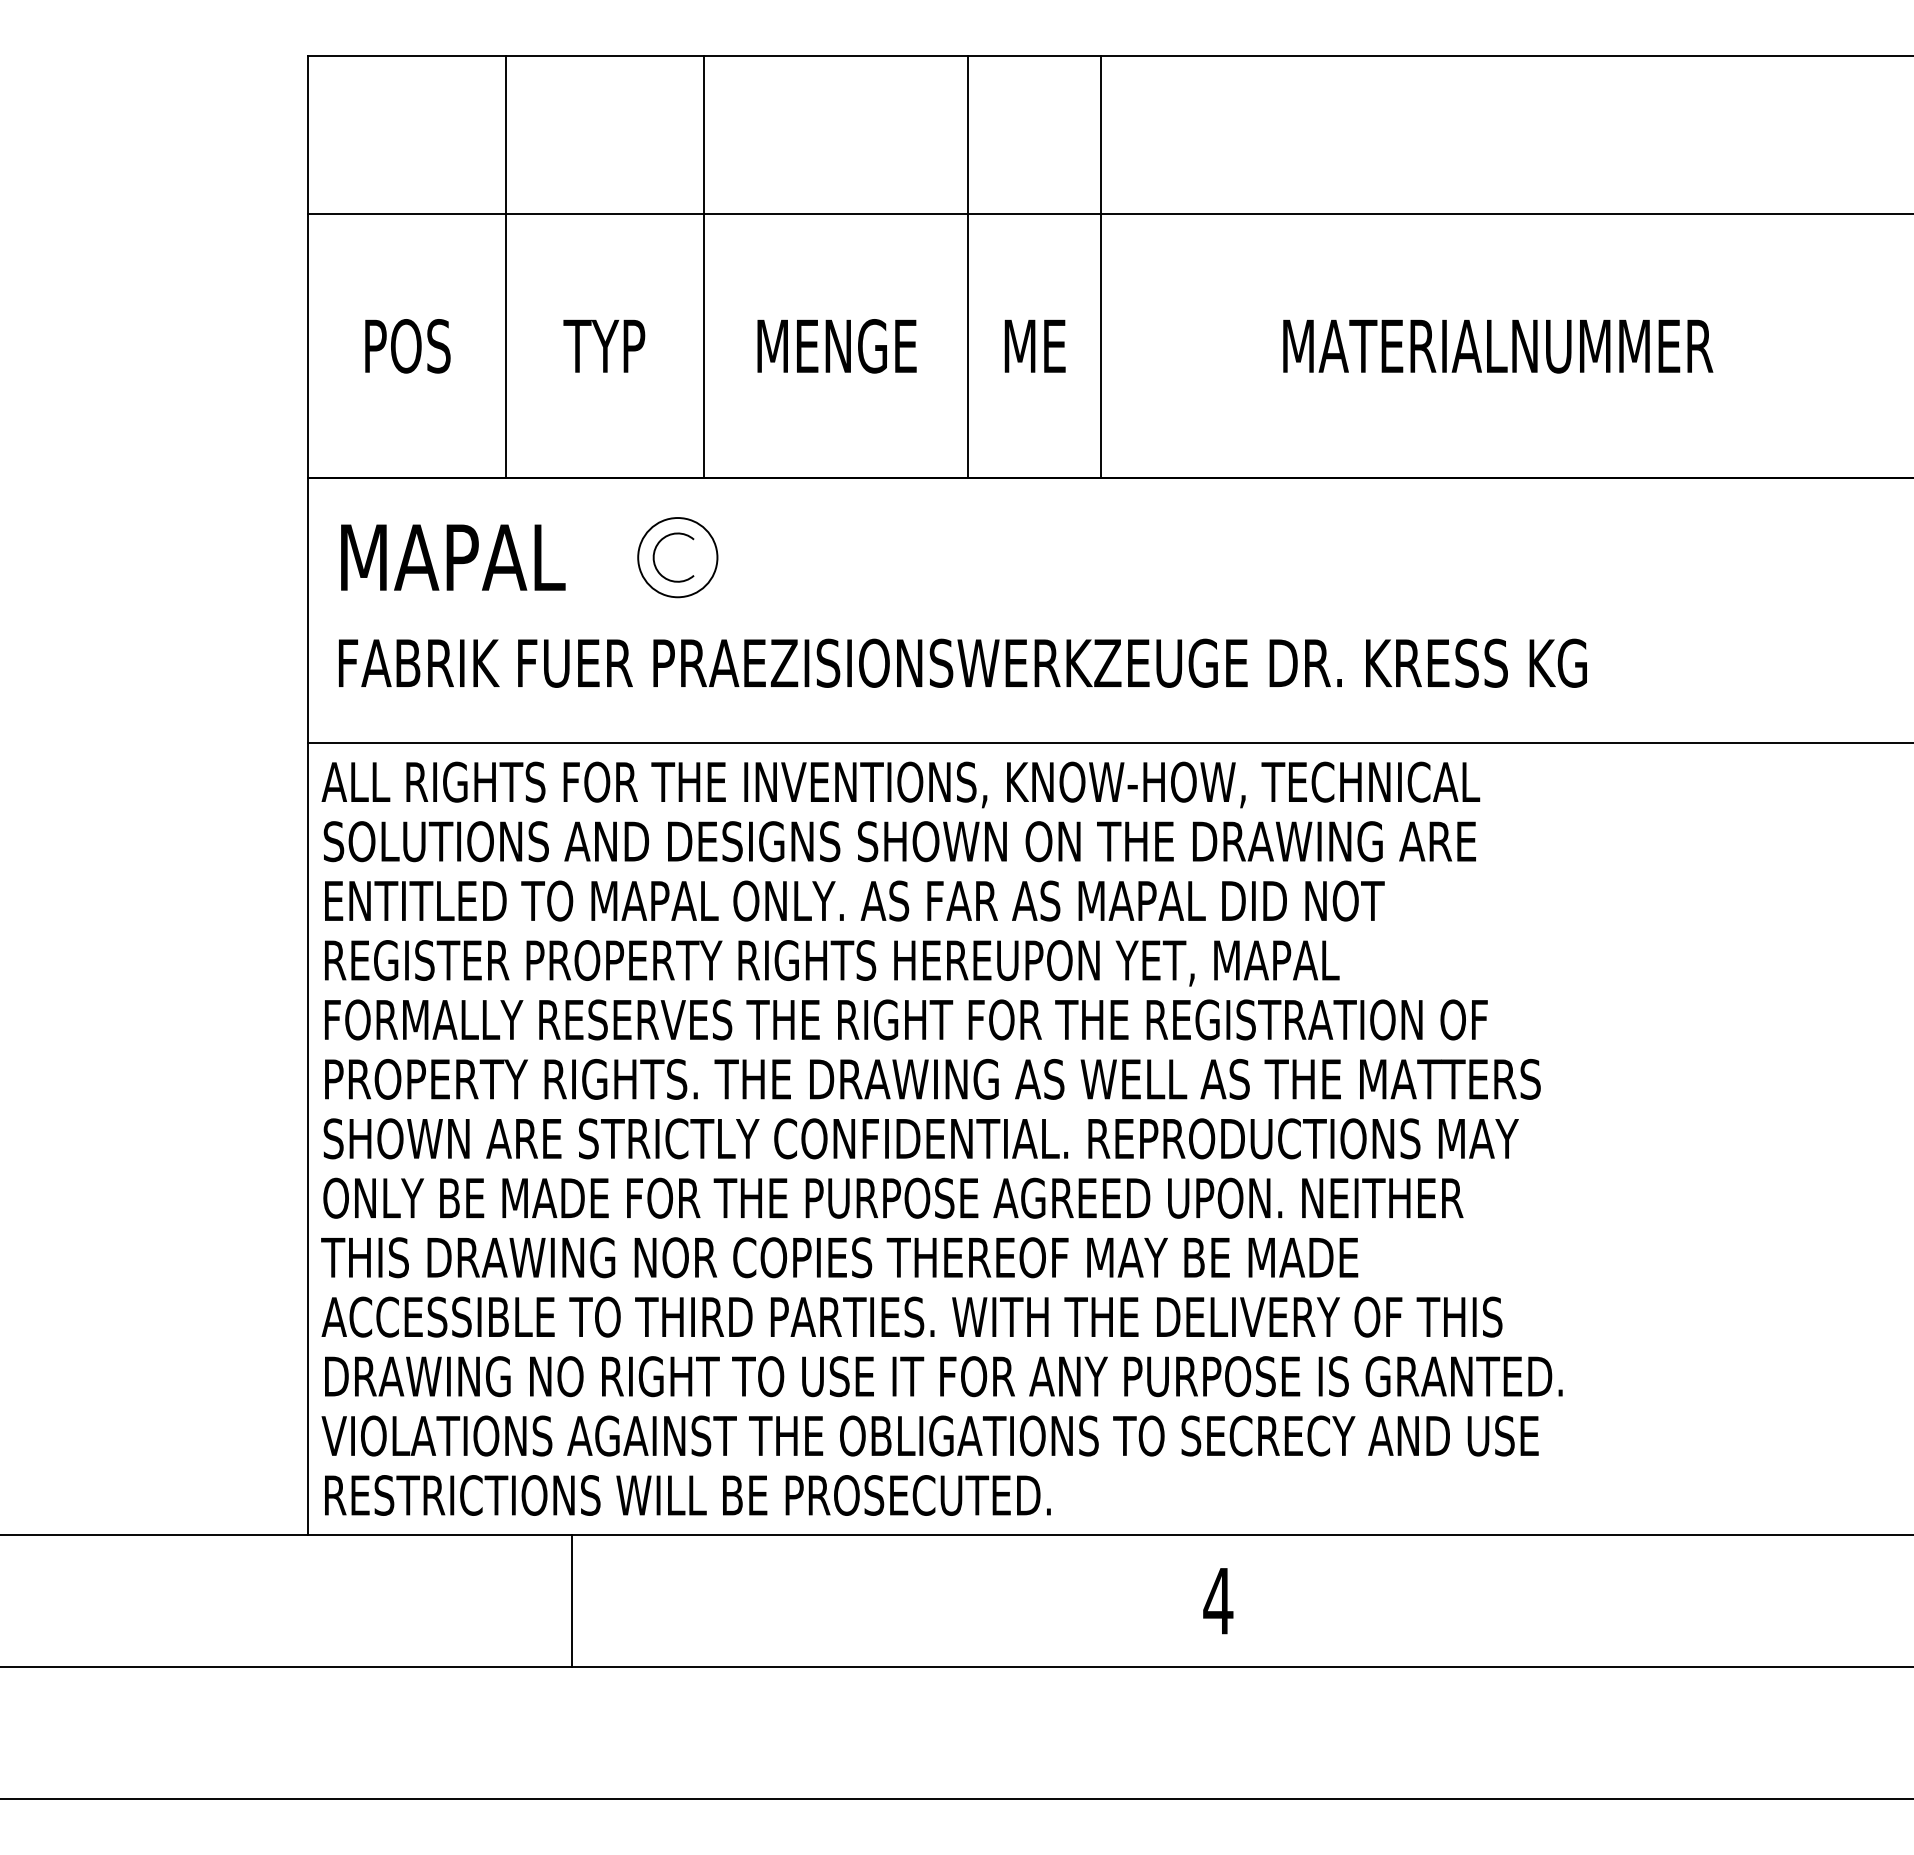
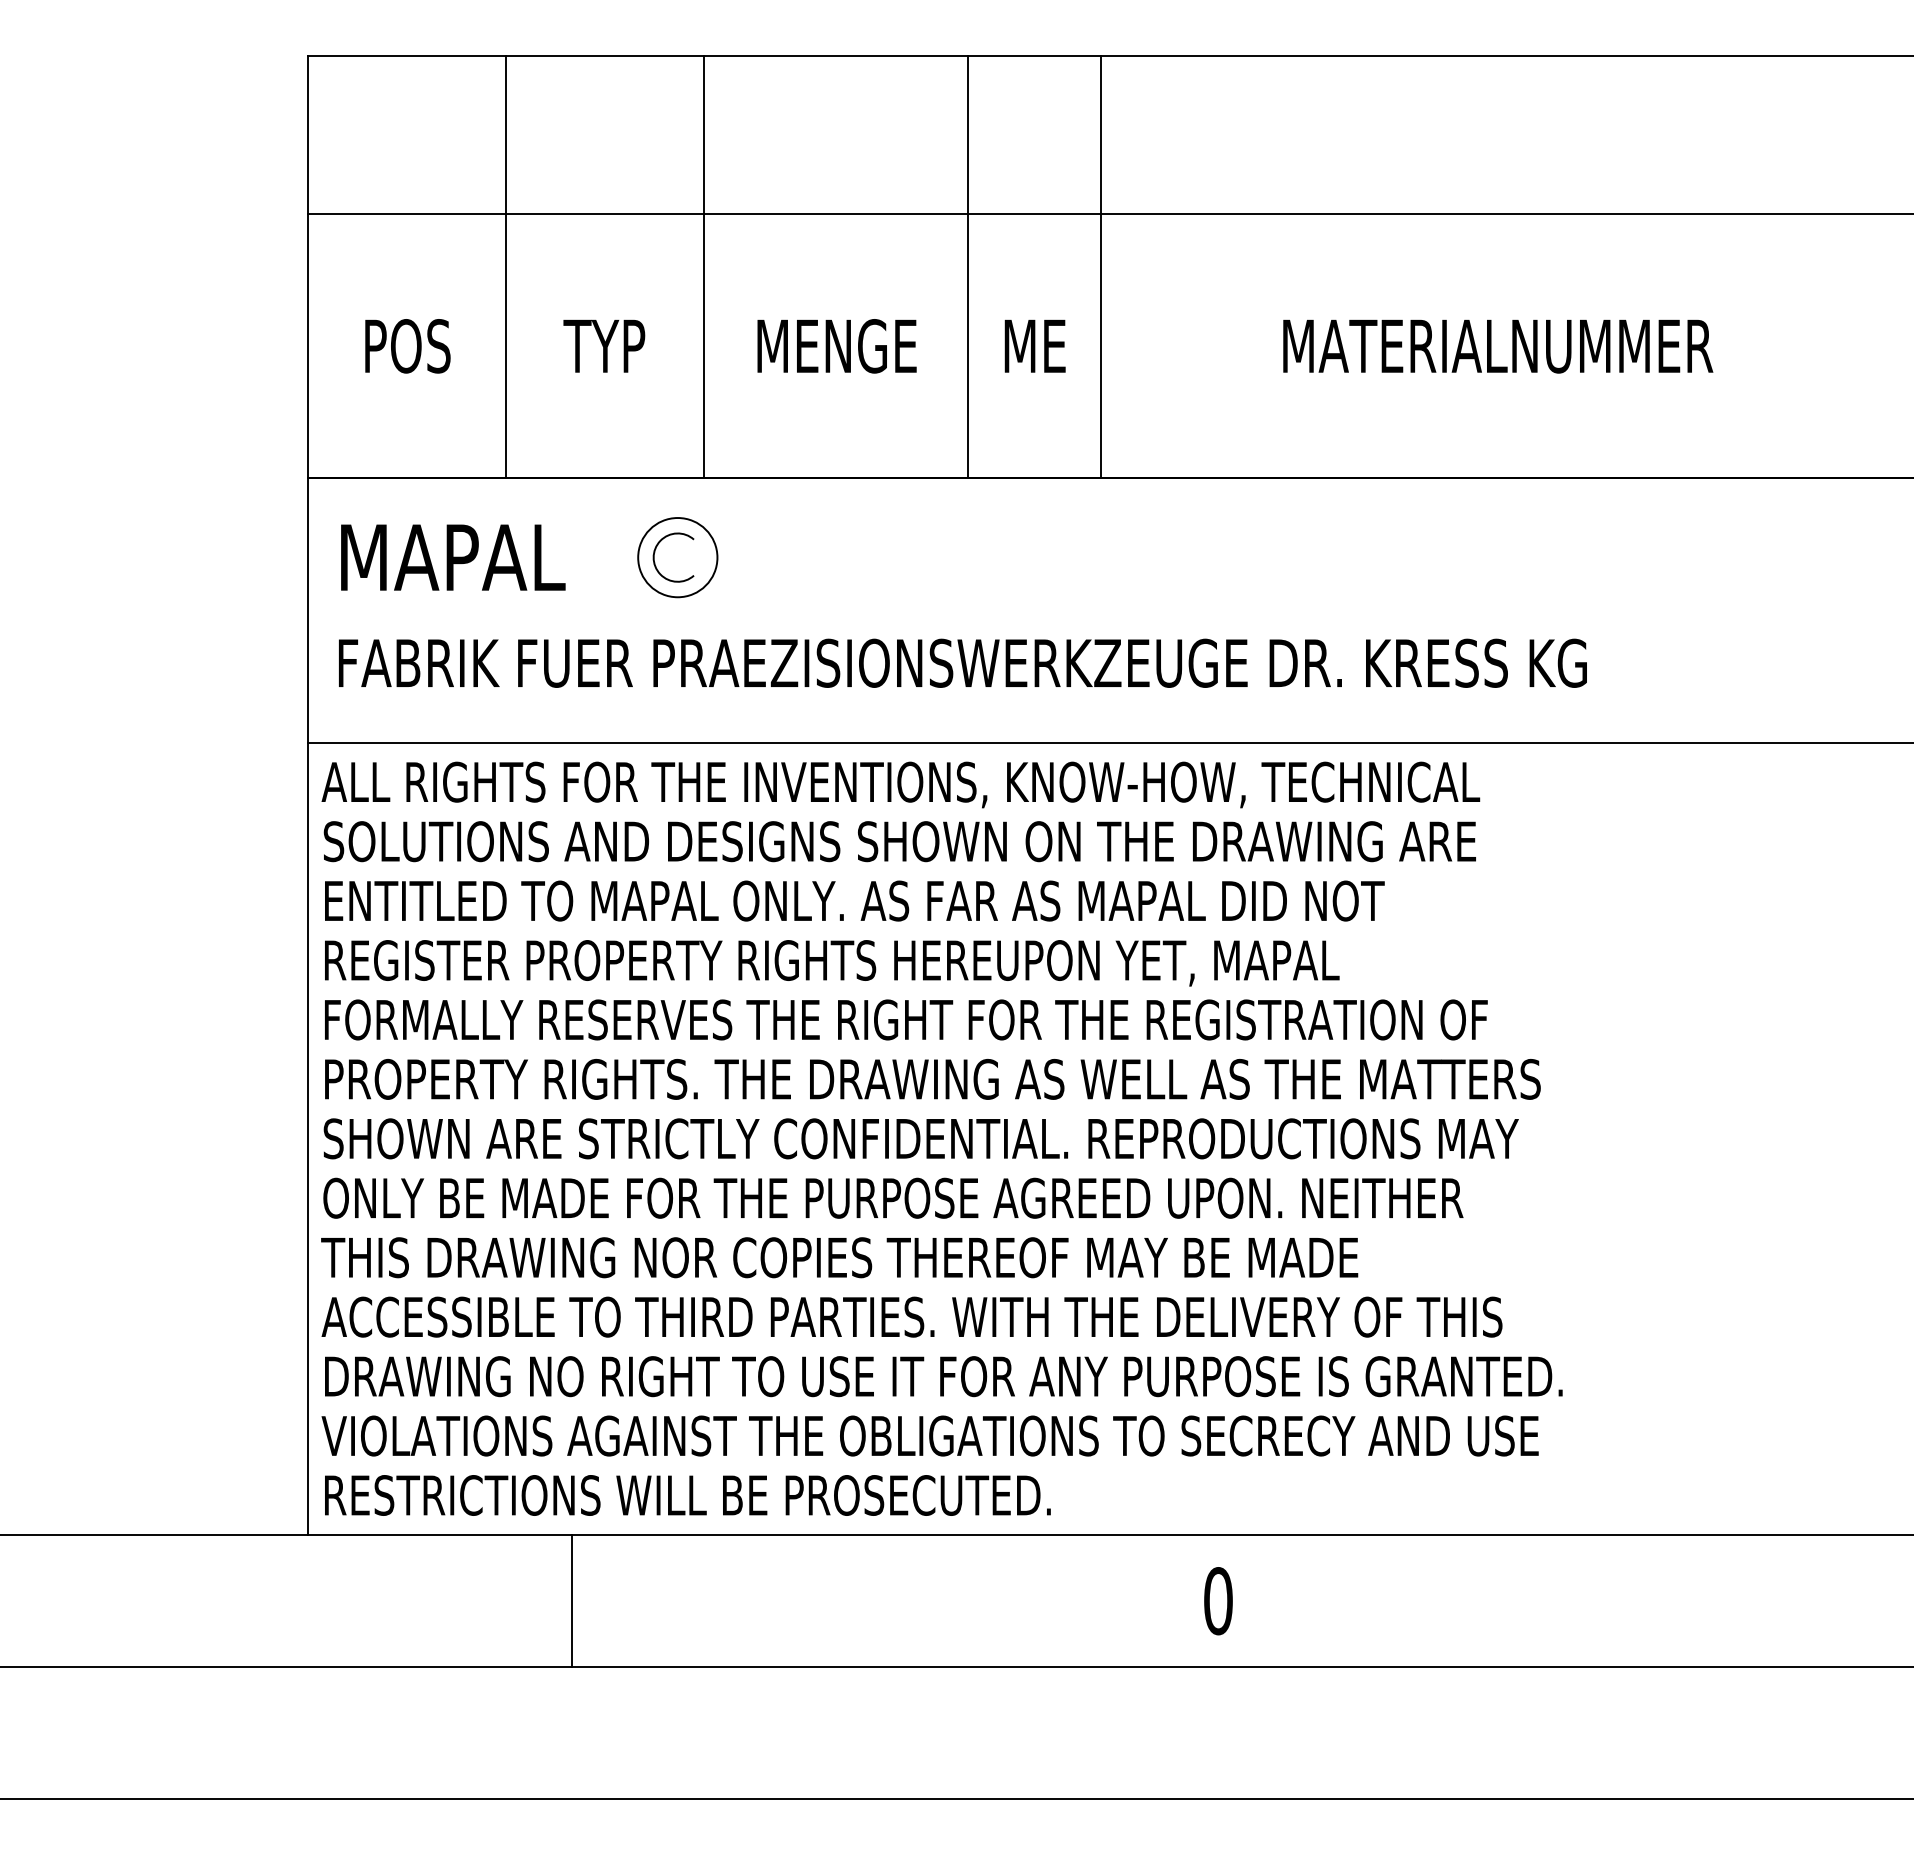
text at (1218, 1601): 4 -> 0
